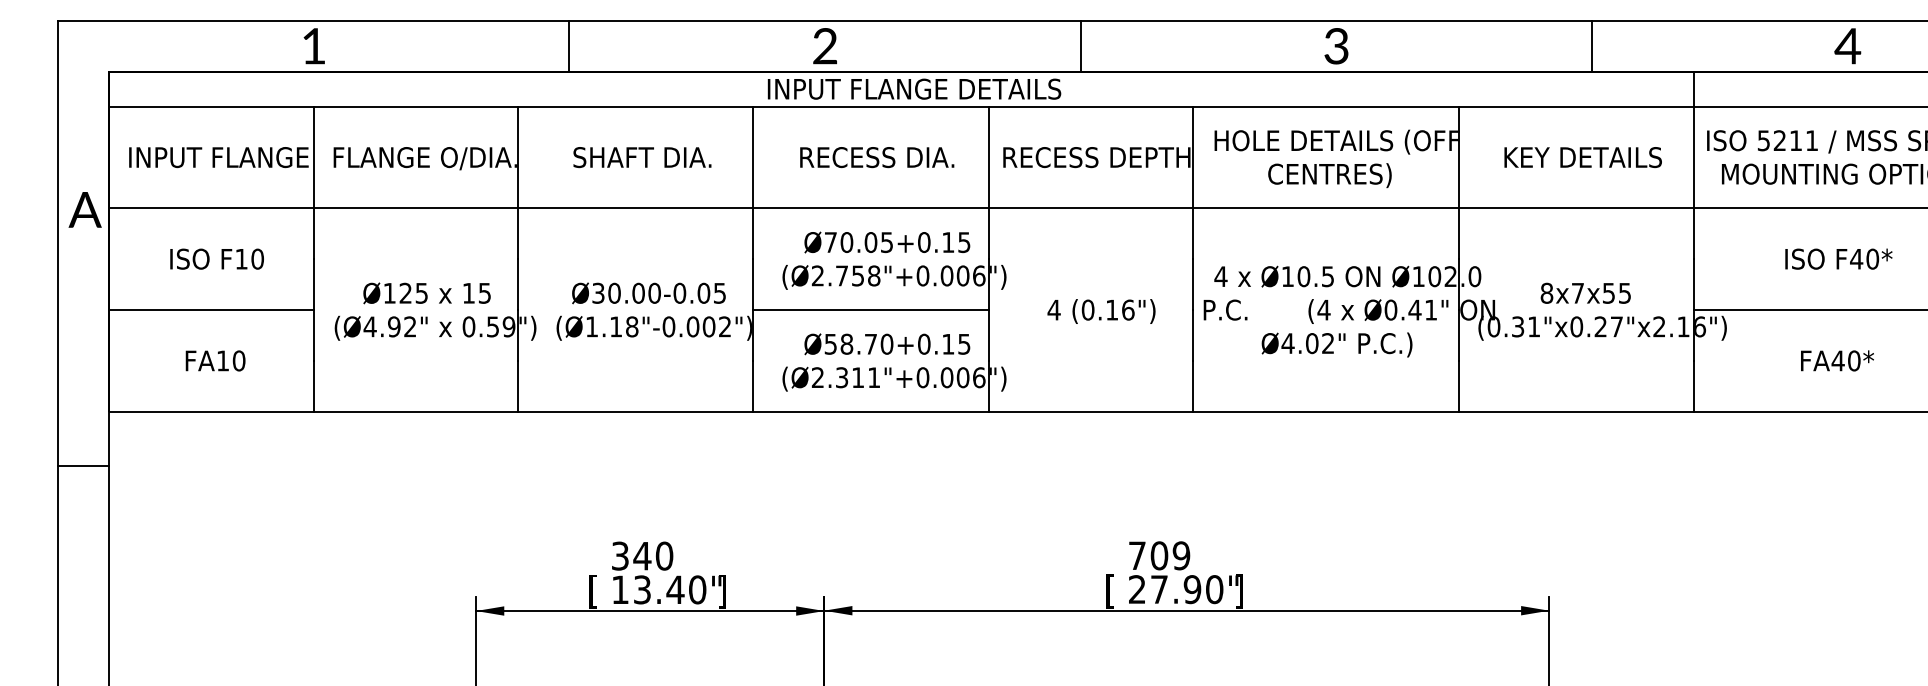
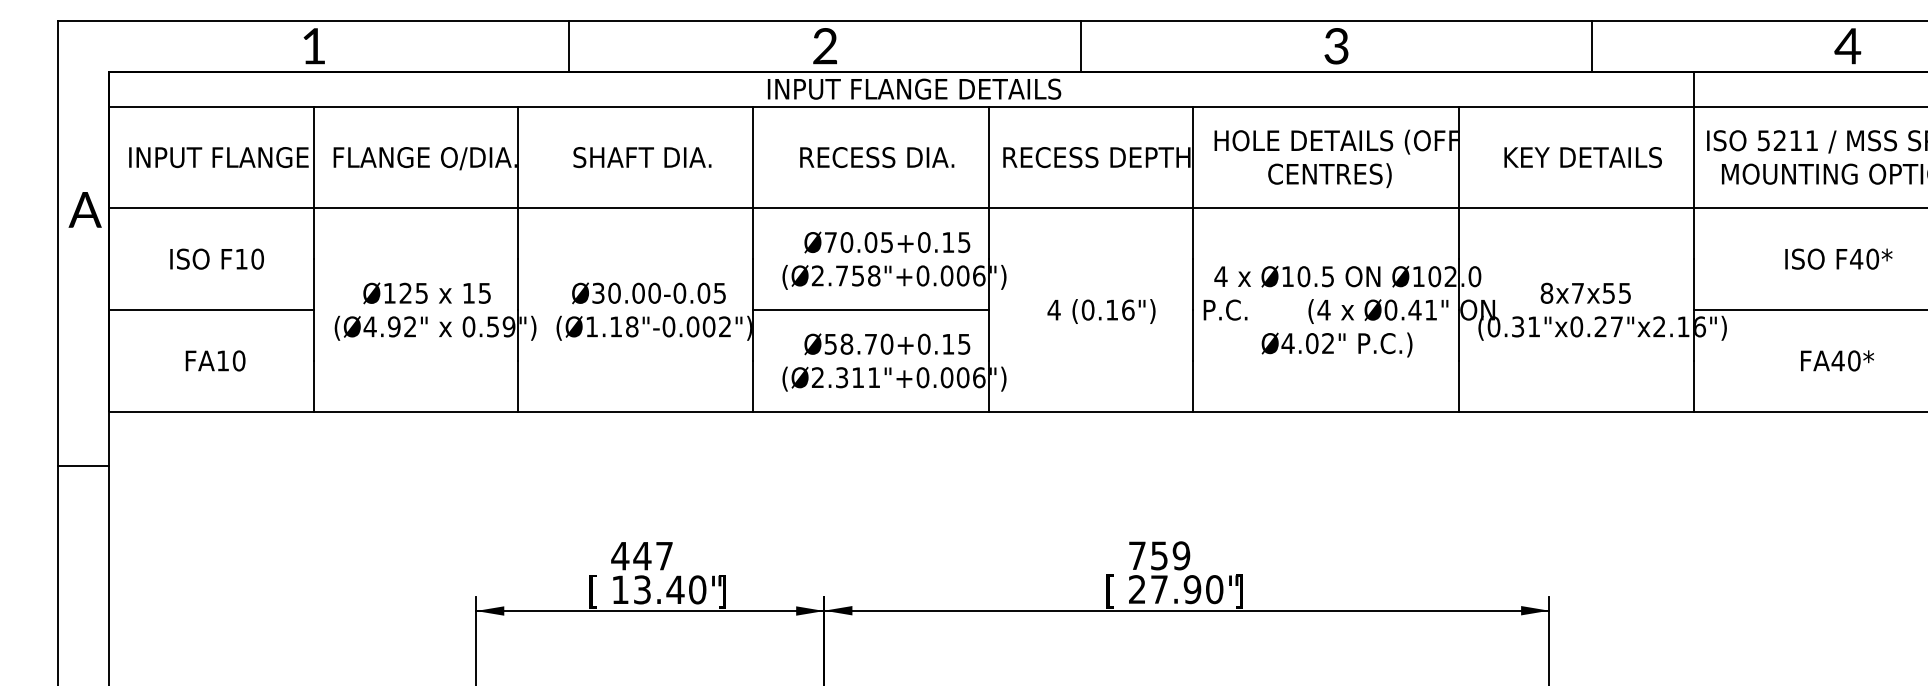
text at (642, 555): 340 -> 447
text at (1159, 555): 709 -> 759
